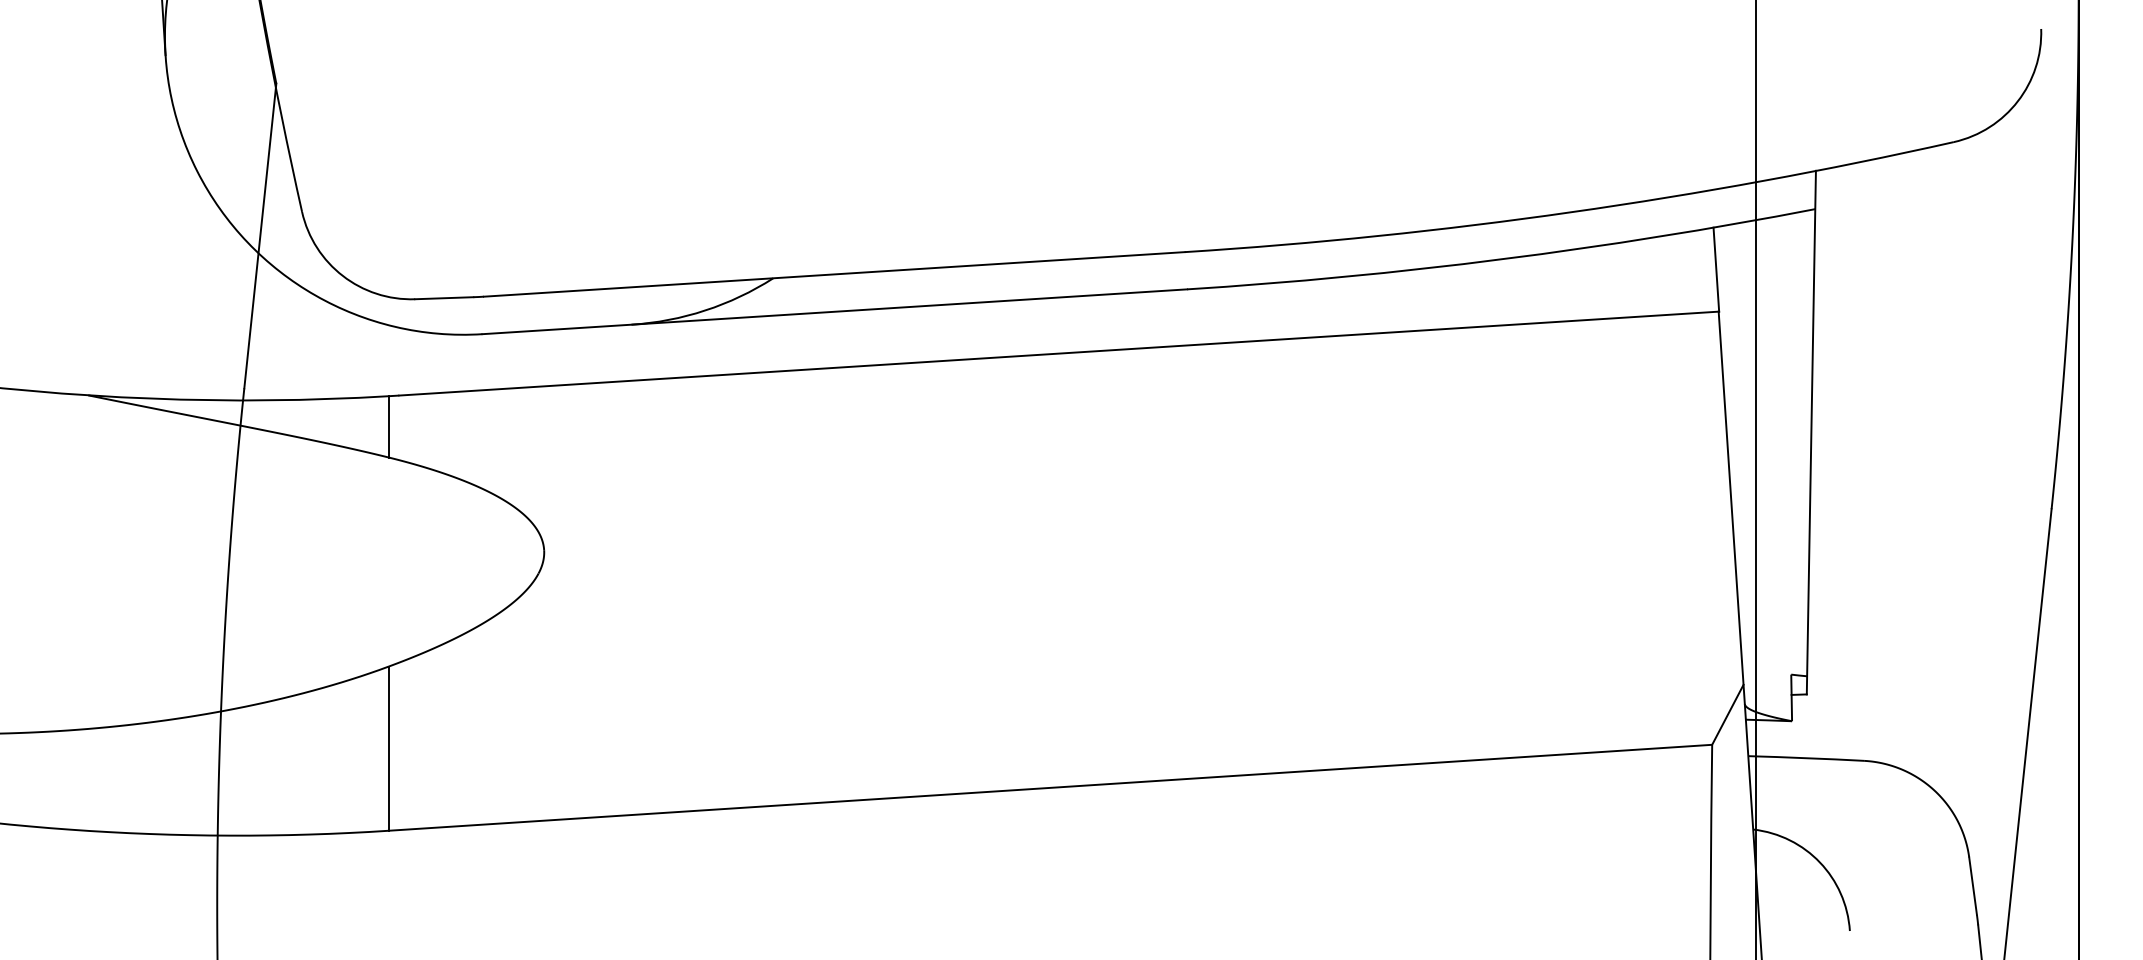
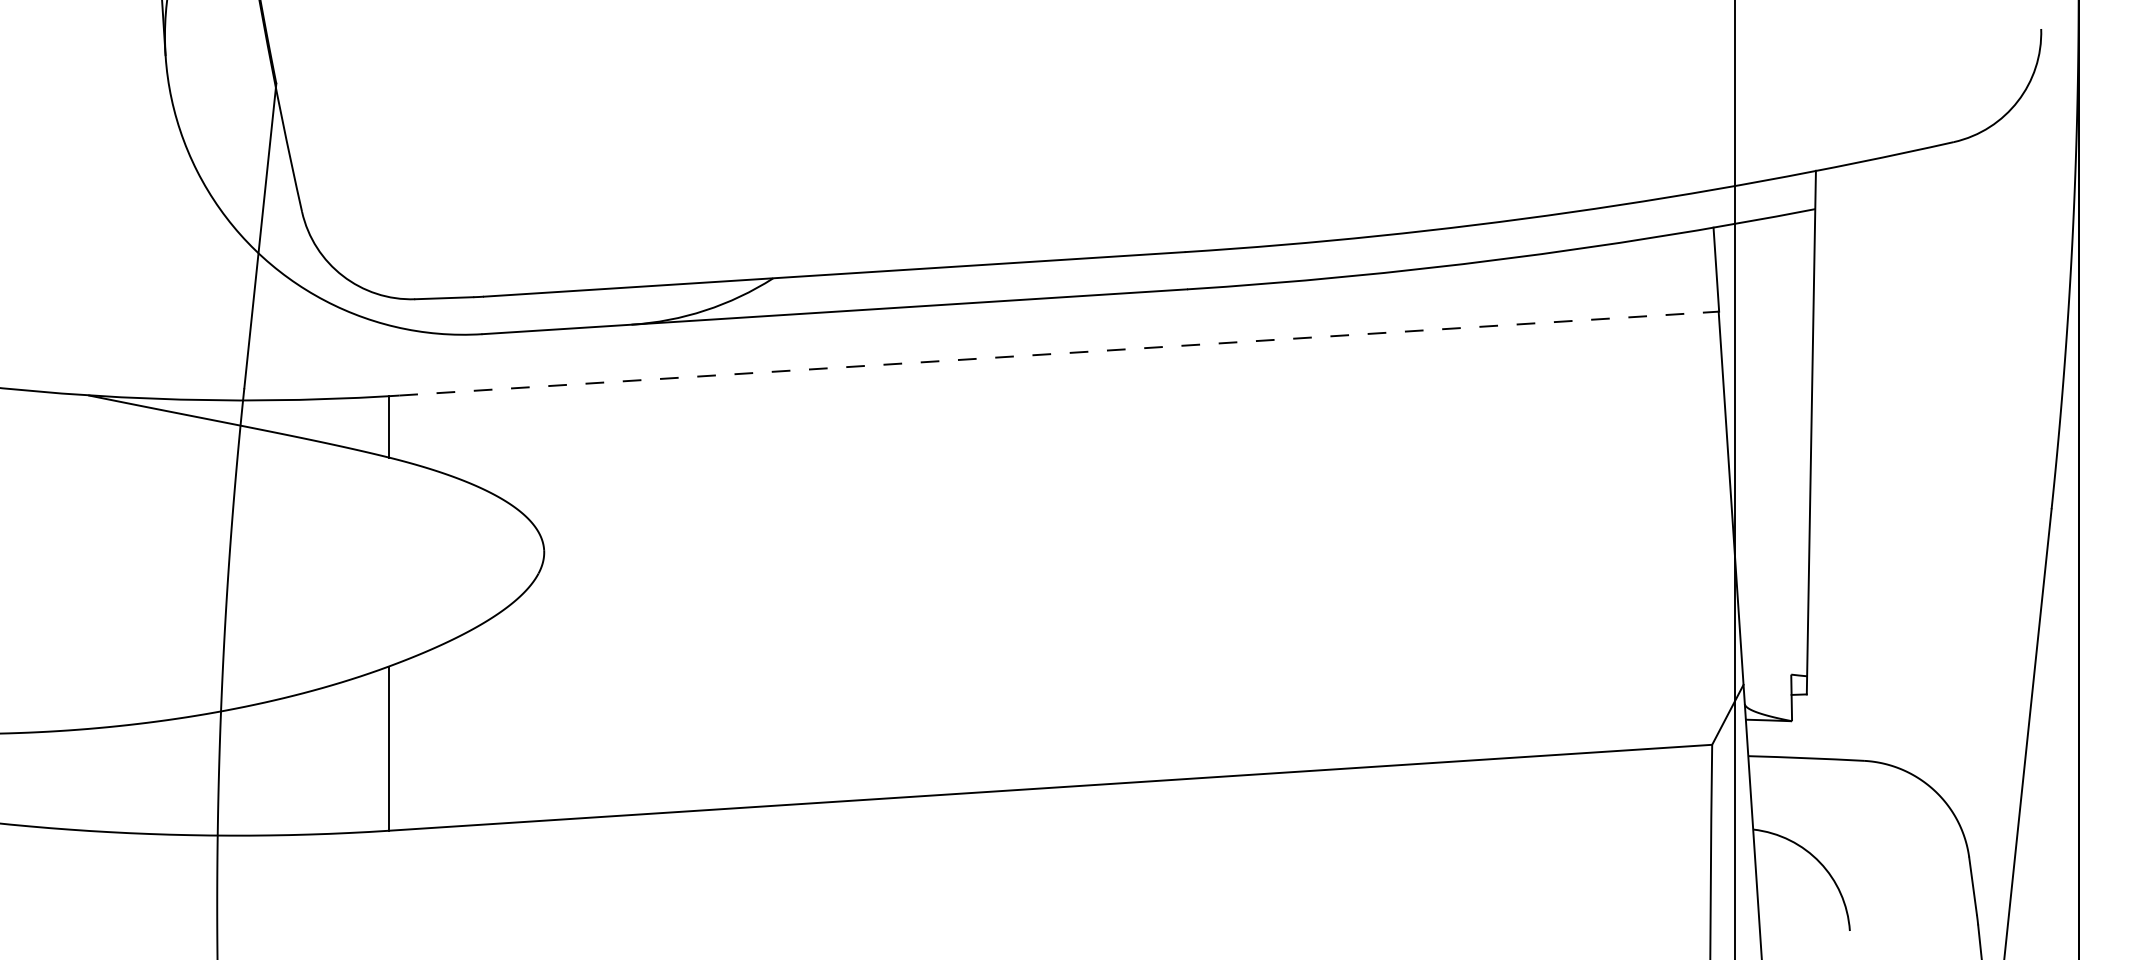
line at (1059, 353): solid -> dashed
line at (1755, 479) position: (1755, 479) -> (1734, 479)
